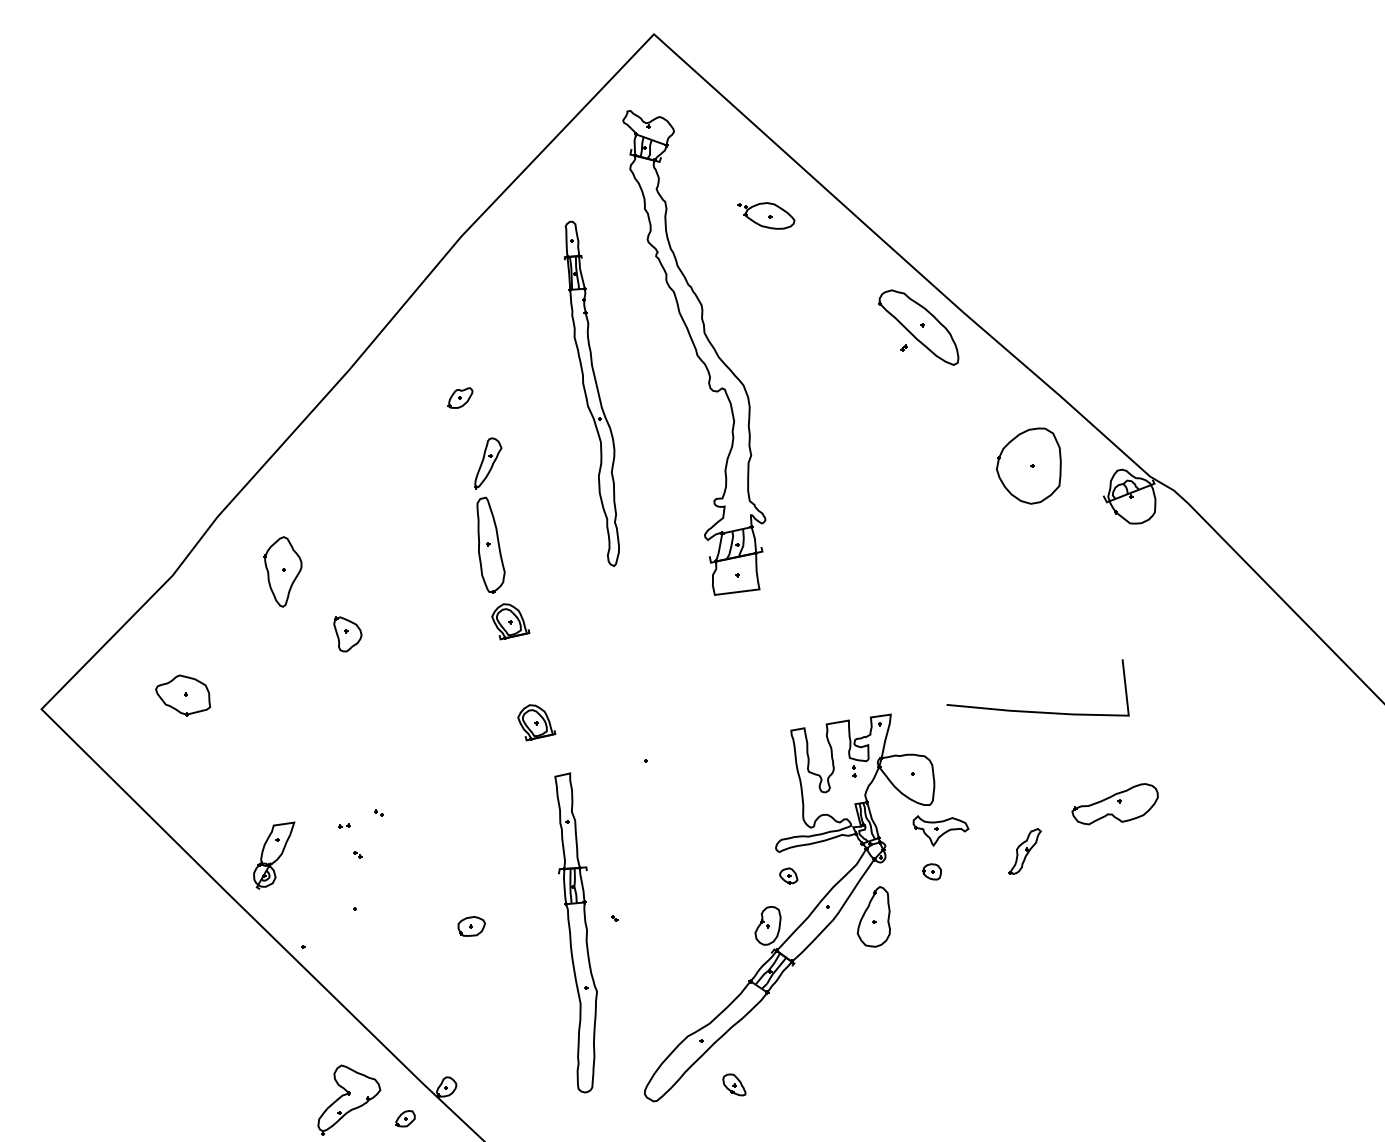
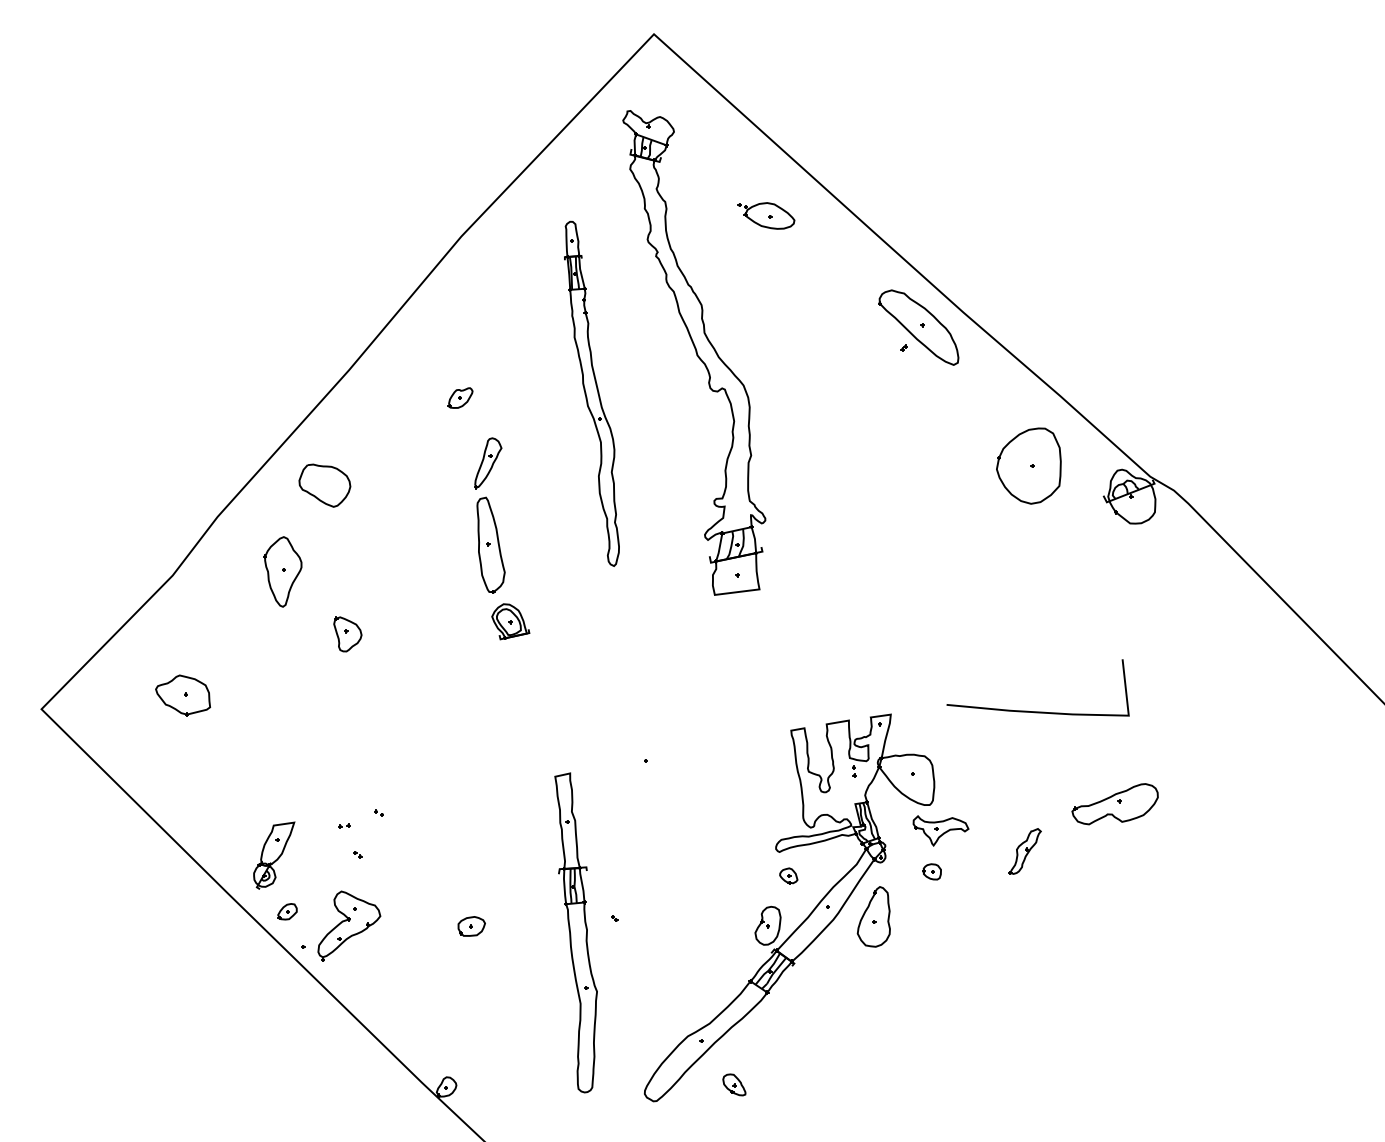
part at (324, 485): none -> present
part at (536, 722): present -> none
part at (349, 1099) position: (349, 1099) -> (349, 925)
part at (405, 1118) position: (405, 1118) -> (287, 911)
